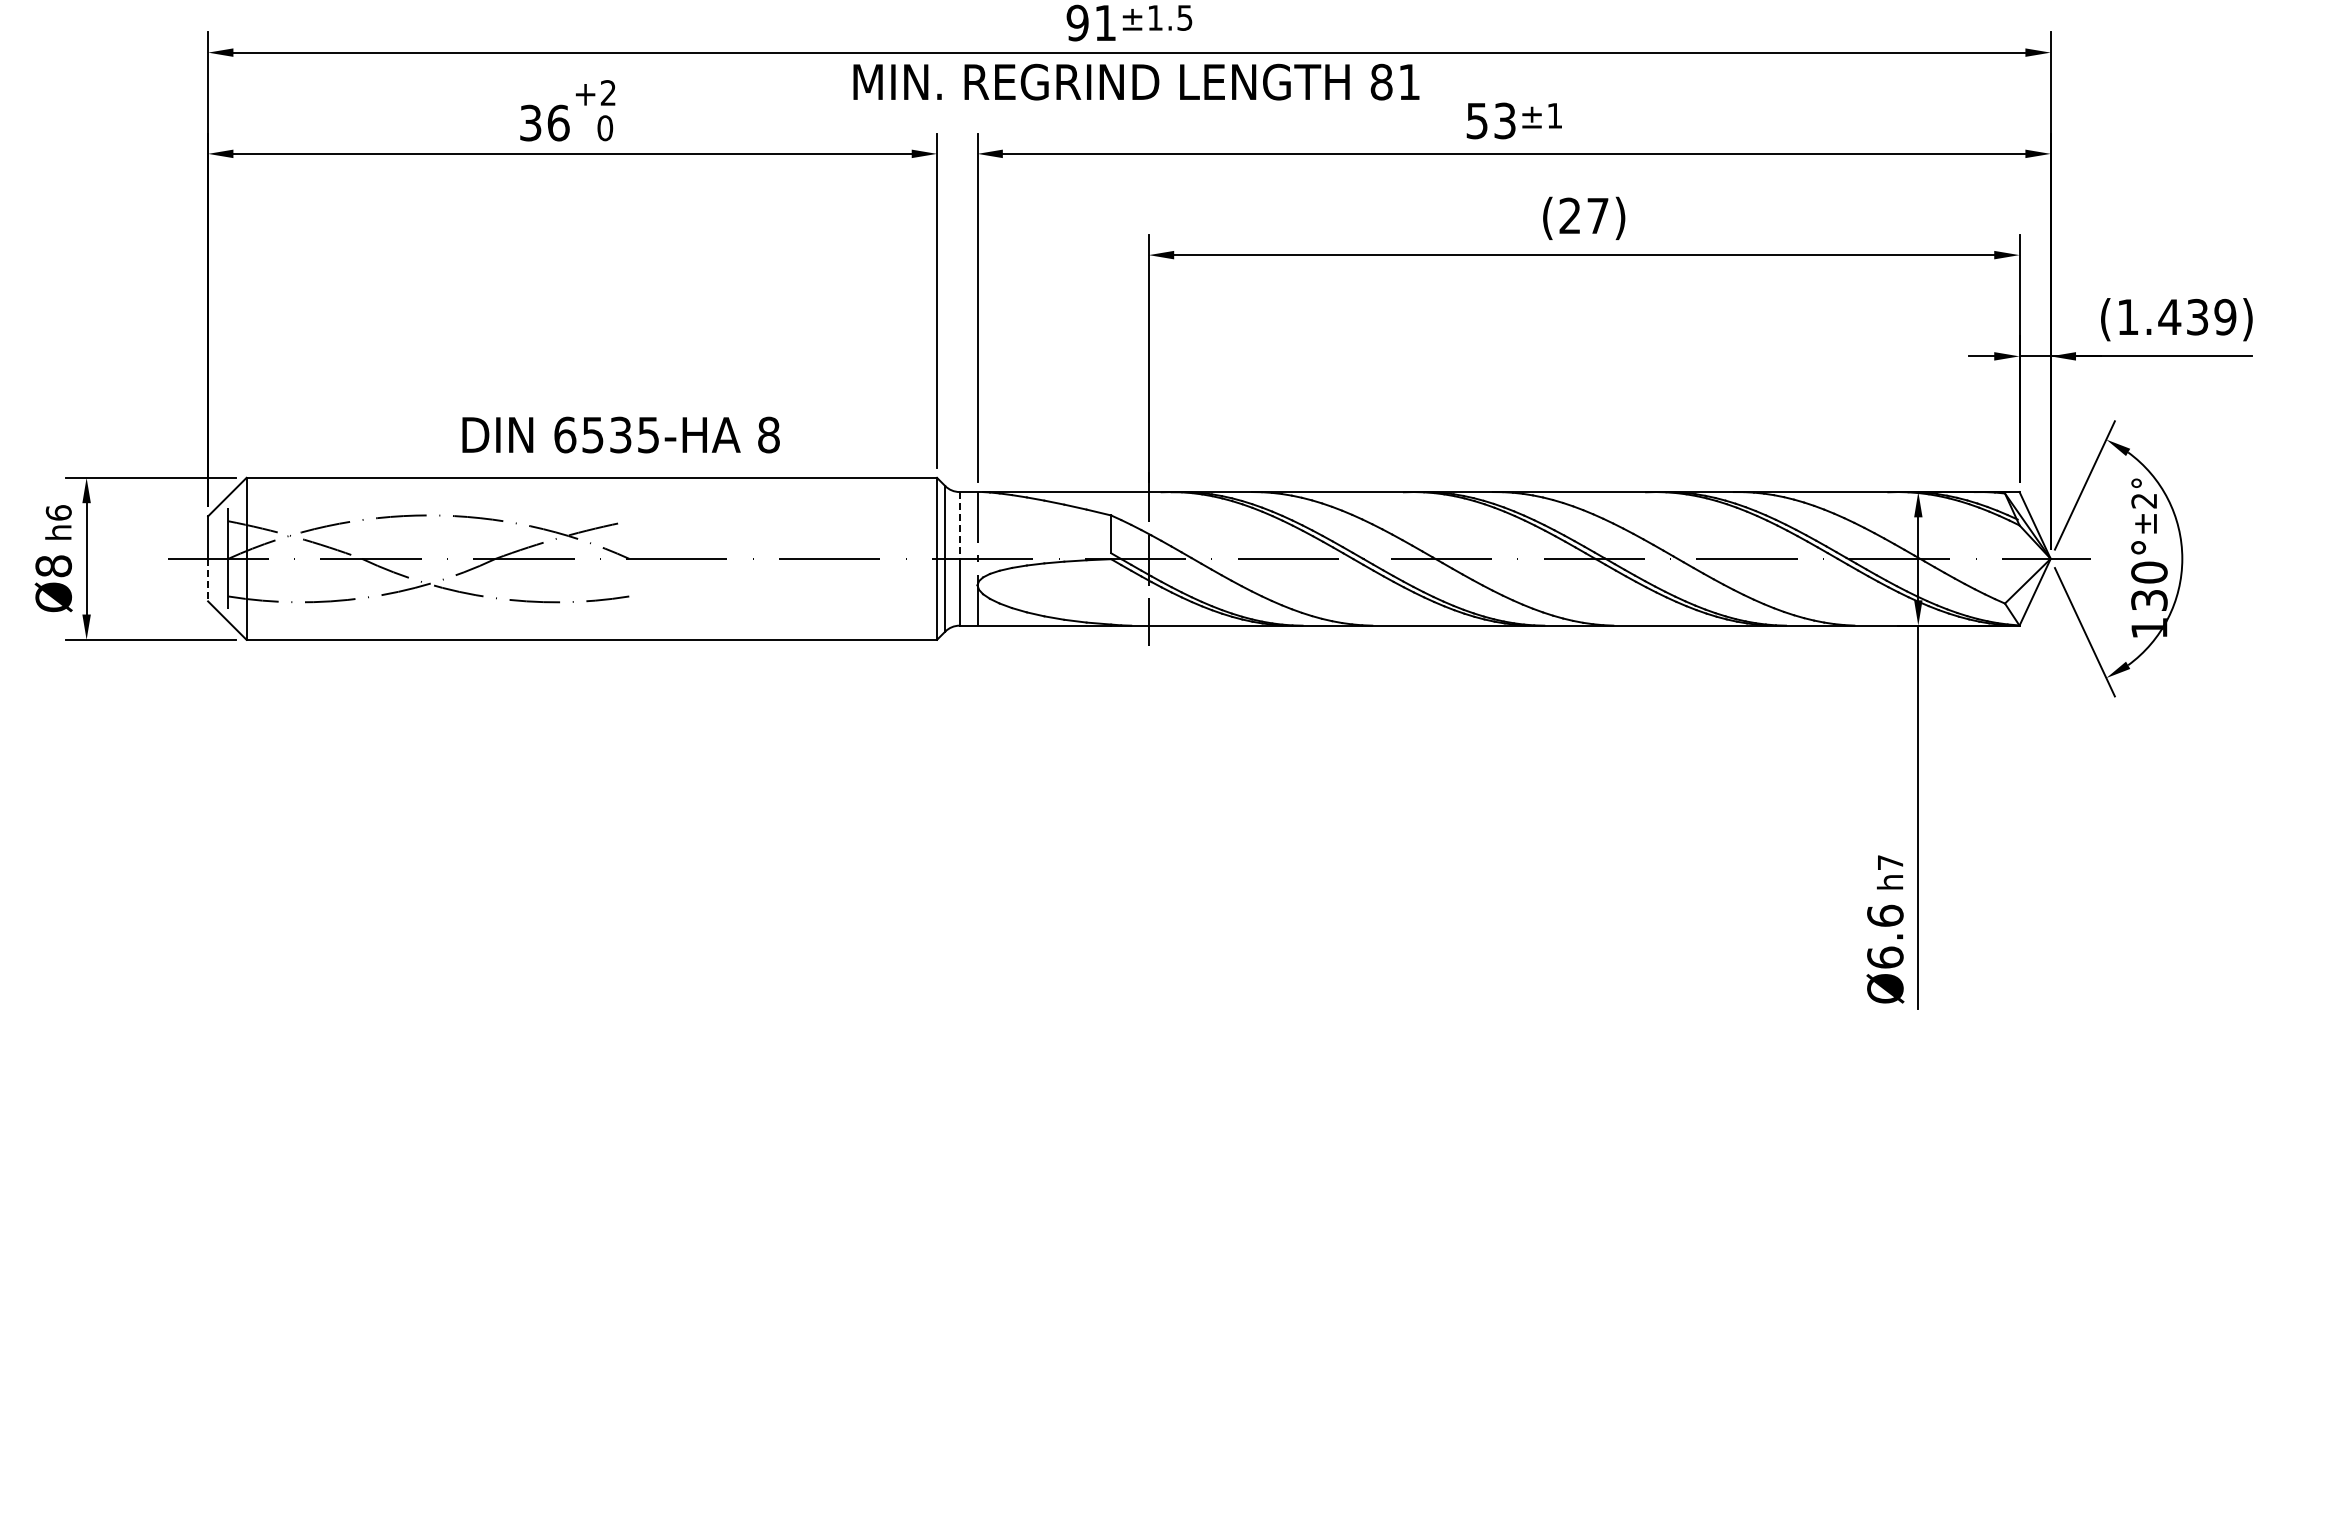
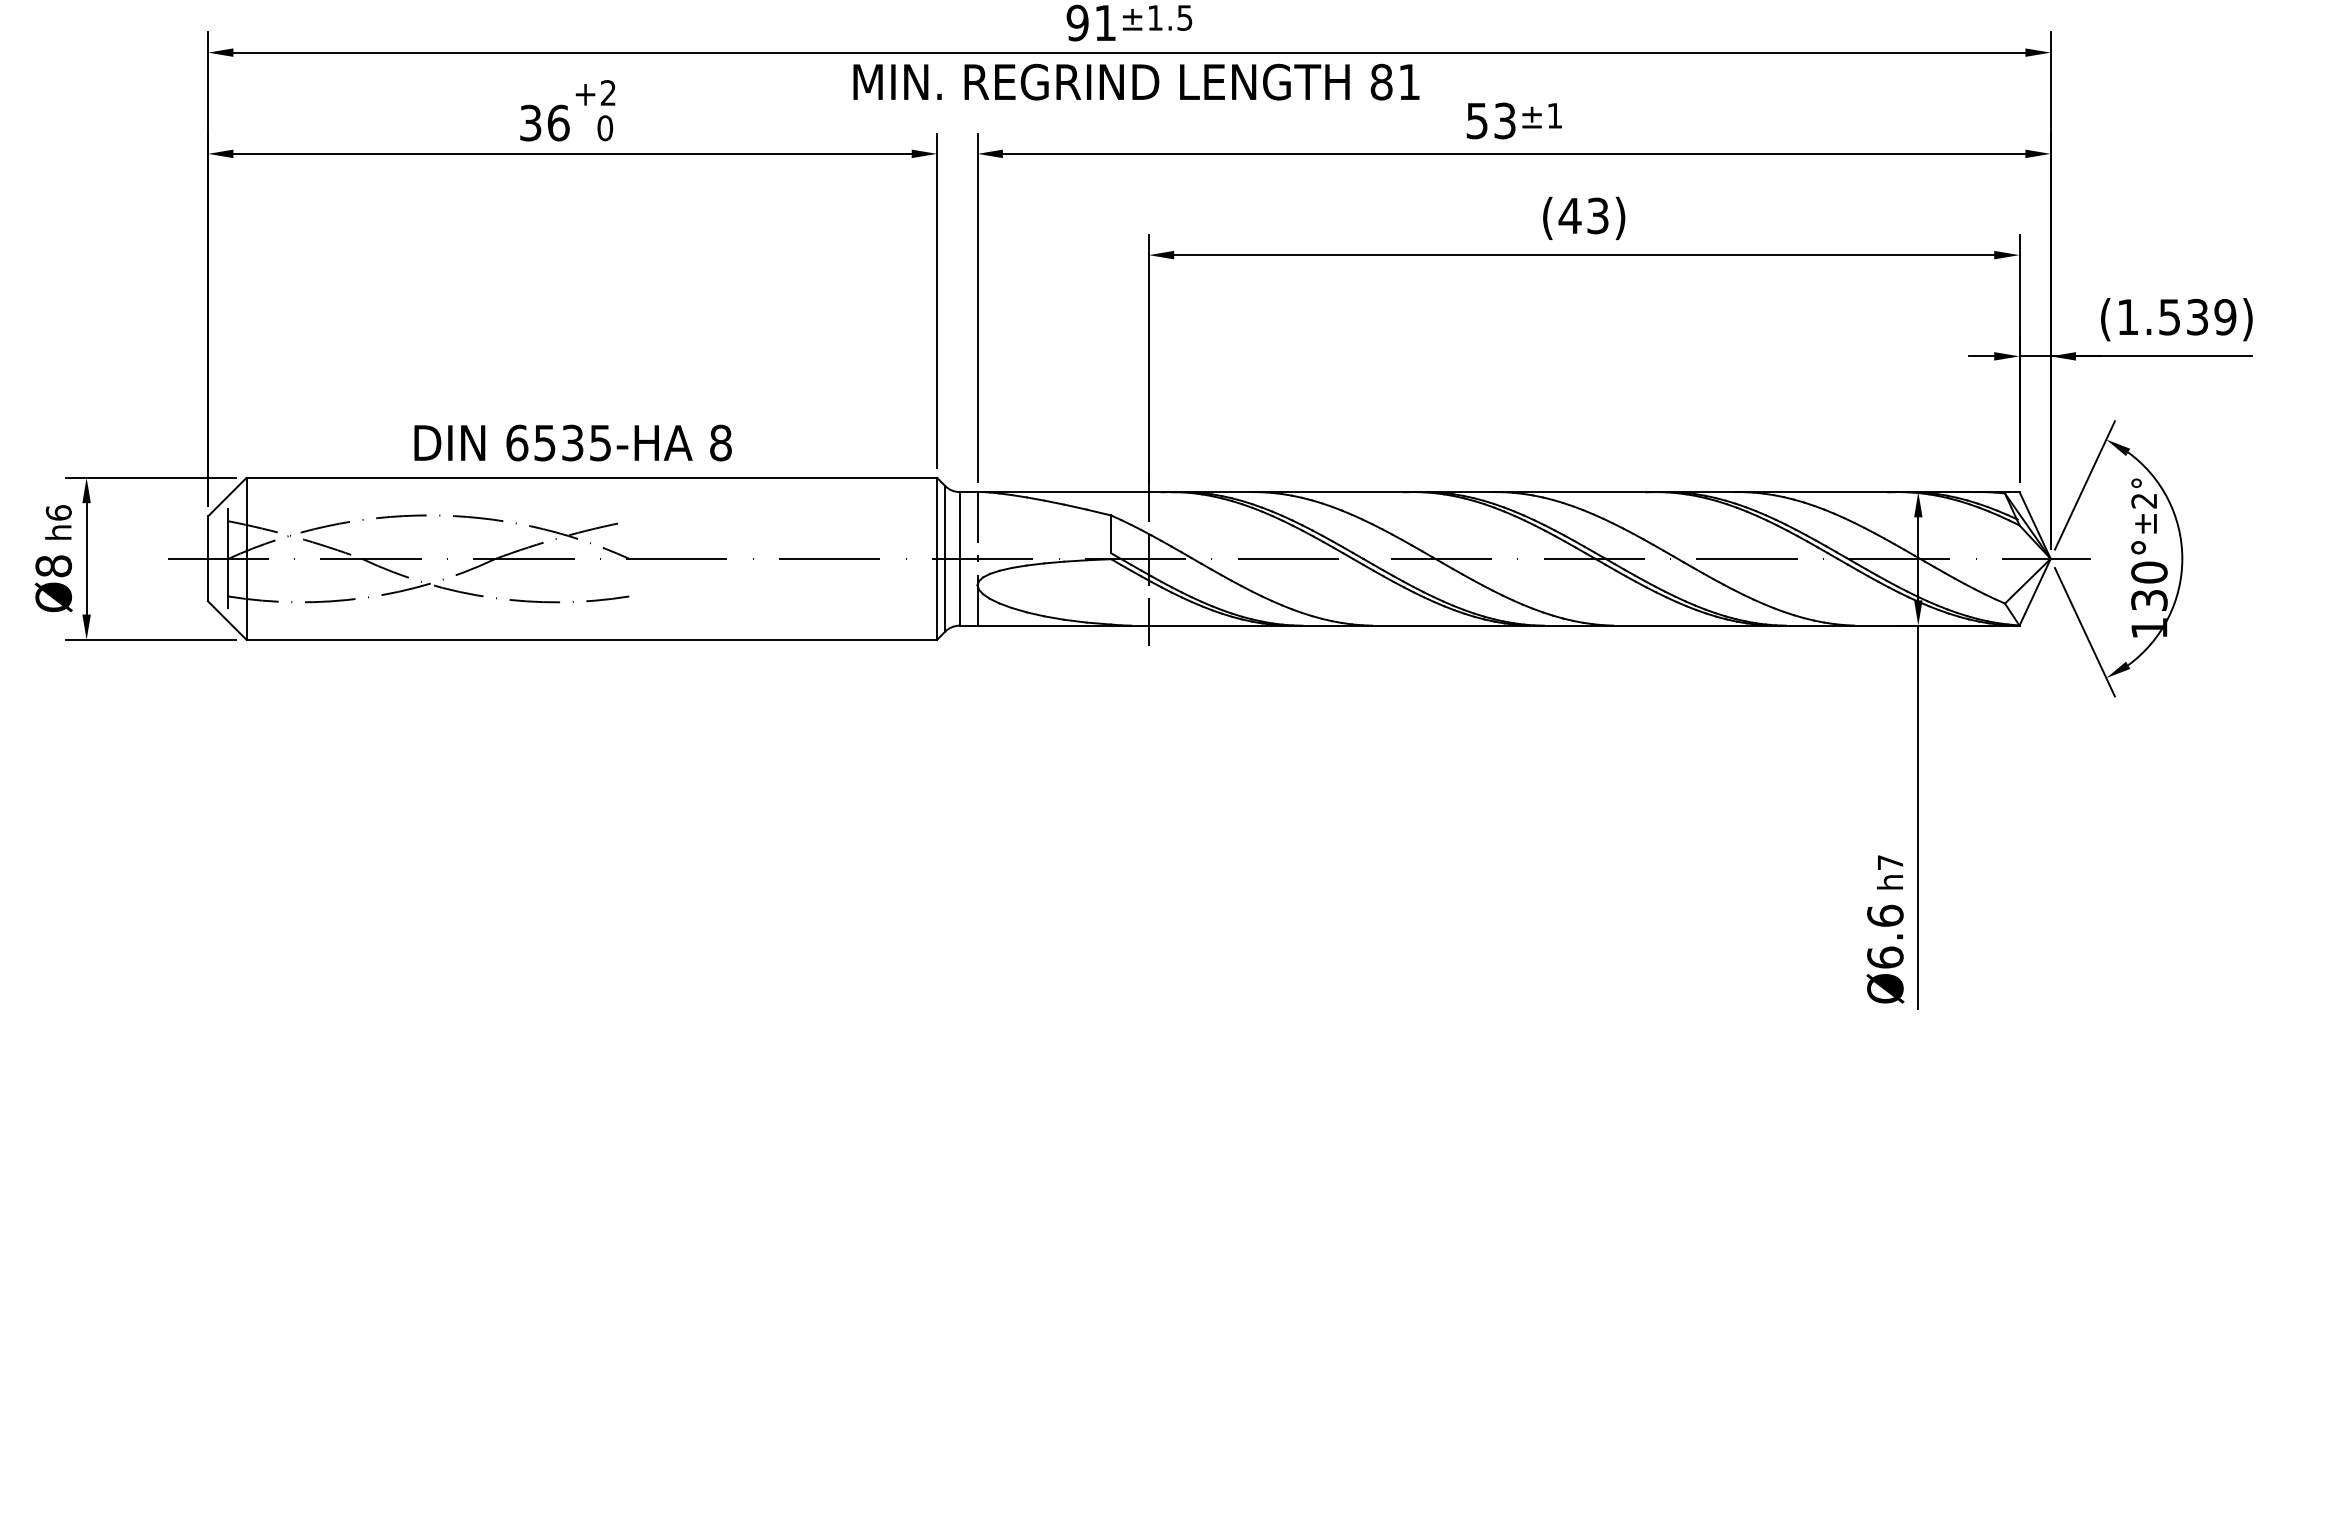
text at (1583, 215): (27) -> (43)
text at (2169, 317): (1.439) -> (1.539)
text at (620, 434) position: (620, 434) -> (572, 442)
line at (959, 525): dashed -> solid
line at (208, 580): dashed -> solid
